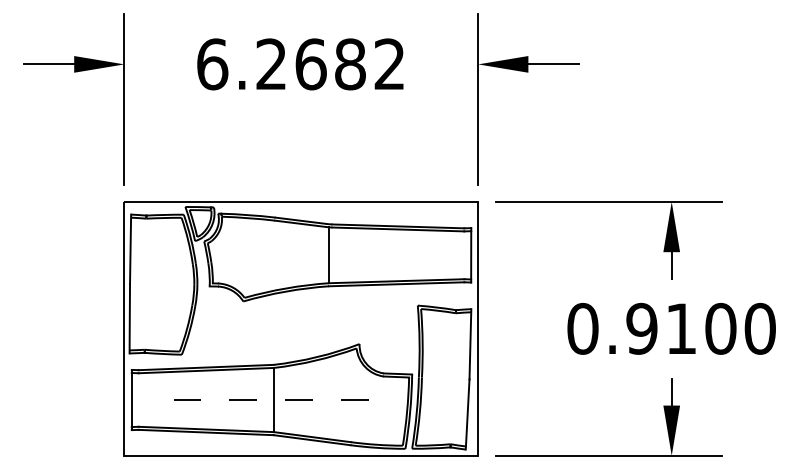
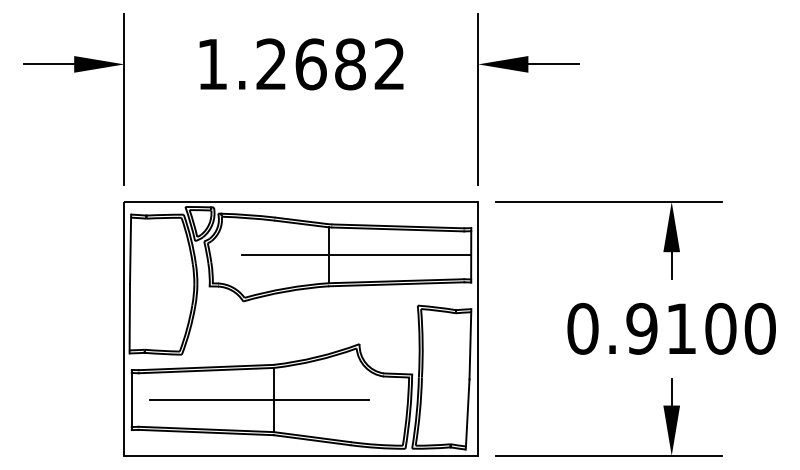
text at (212, 64): 6.2682 -> 1.2682
line at (356, 255): none -> present
line at (259, 400): dashed -> solid
